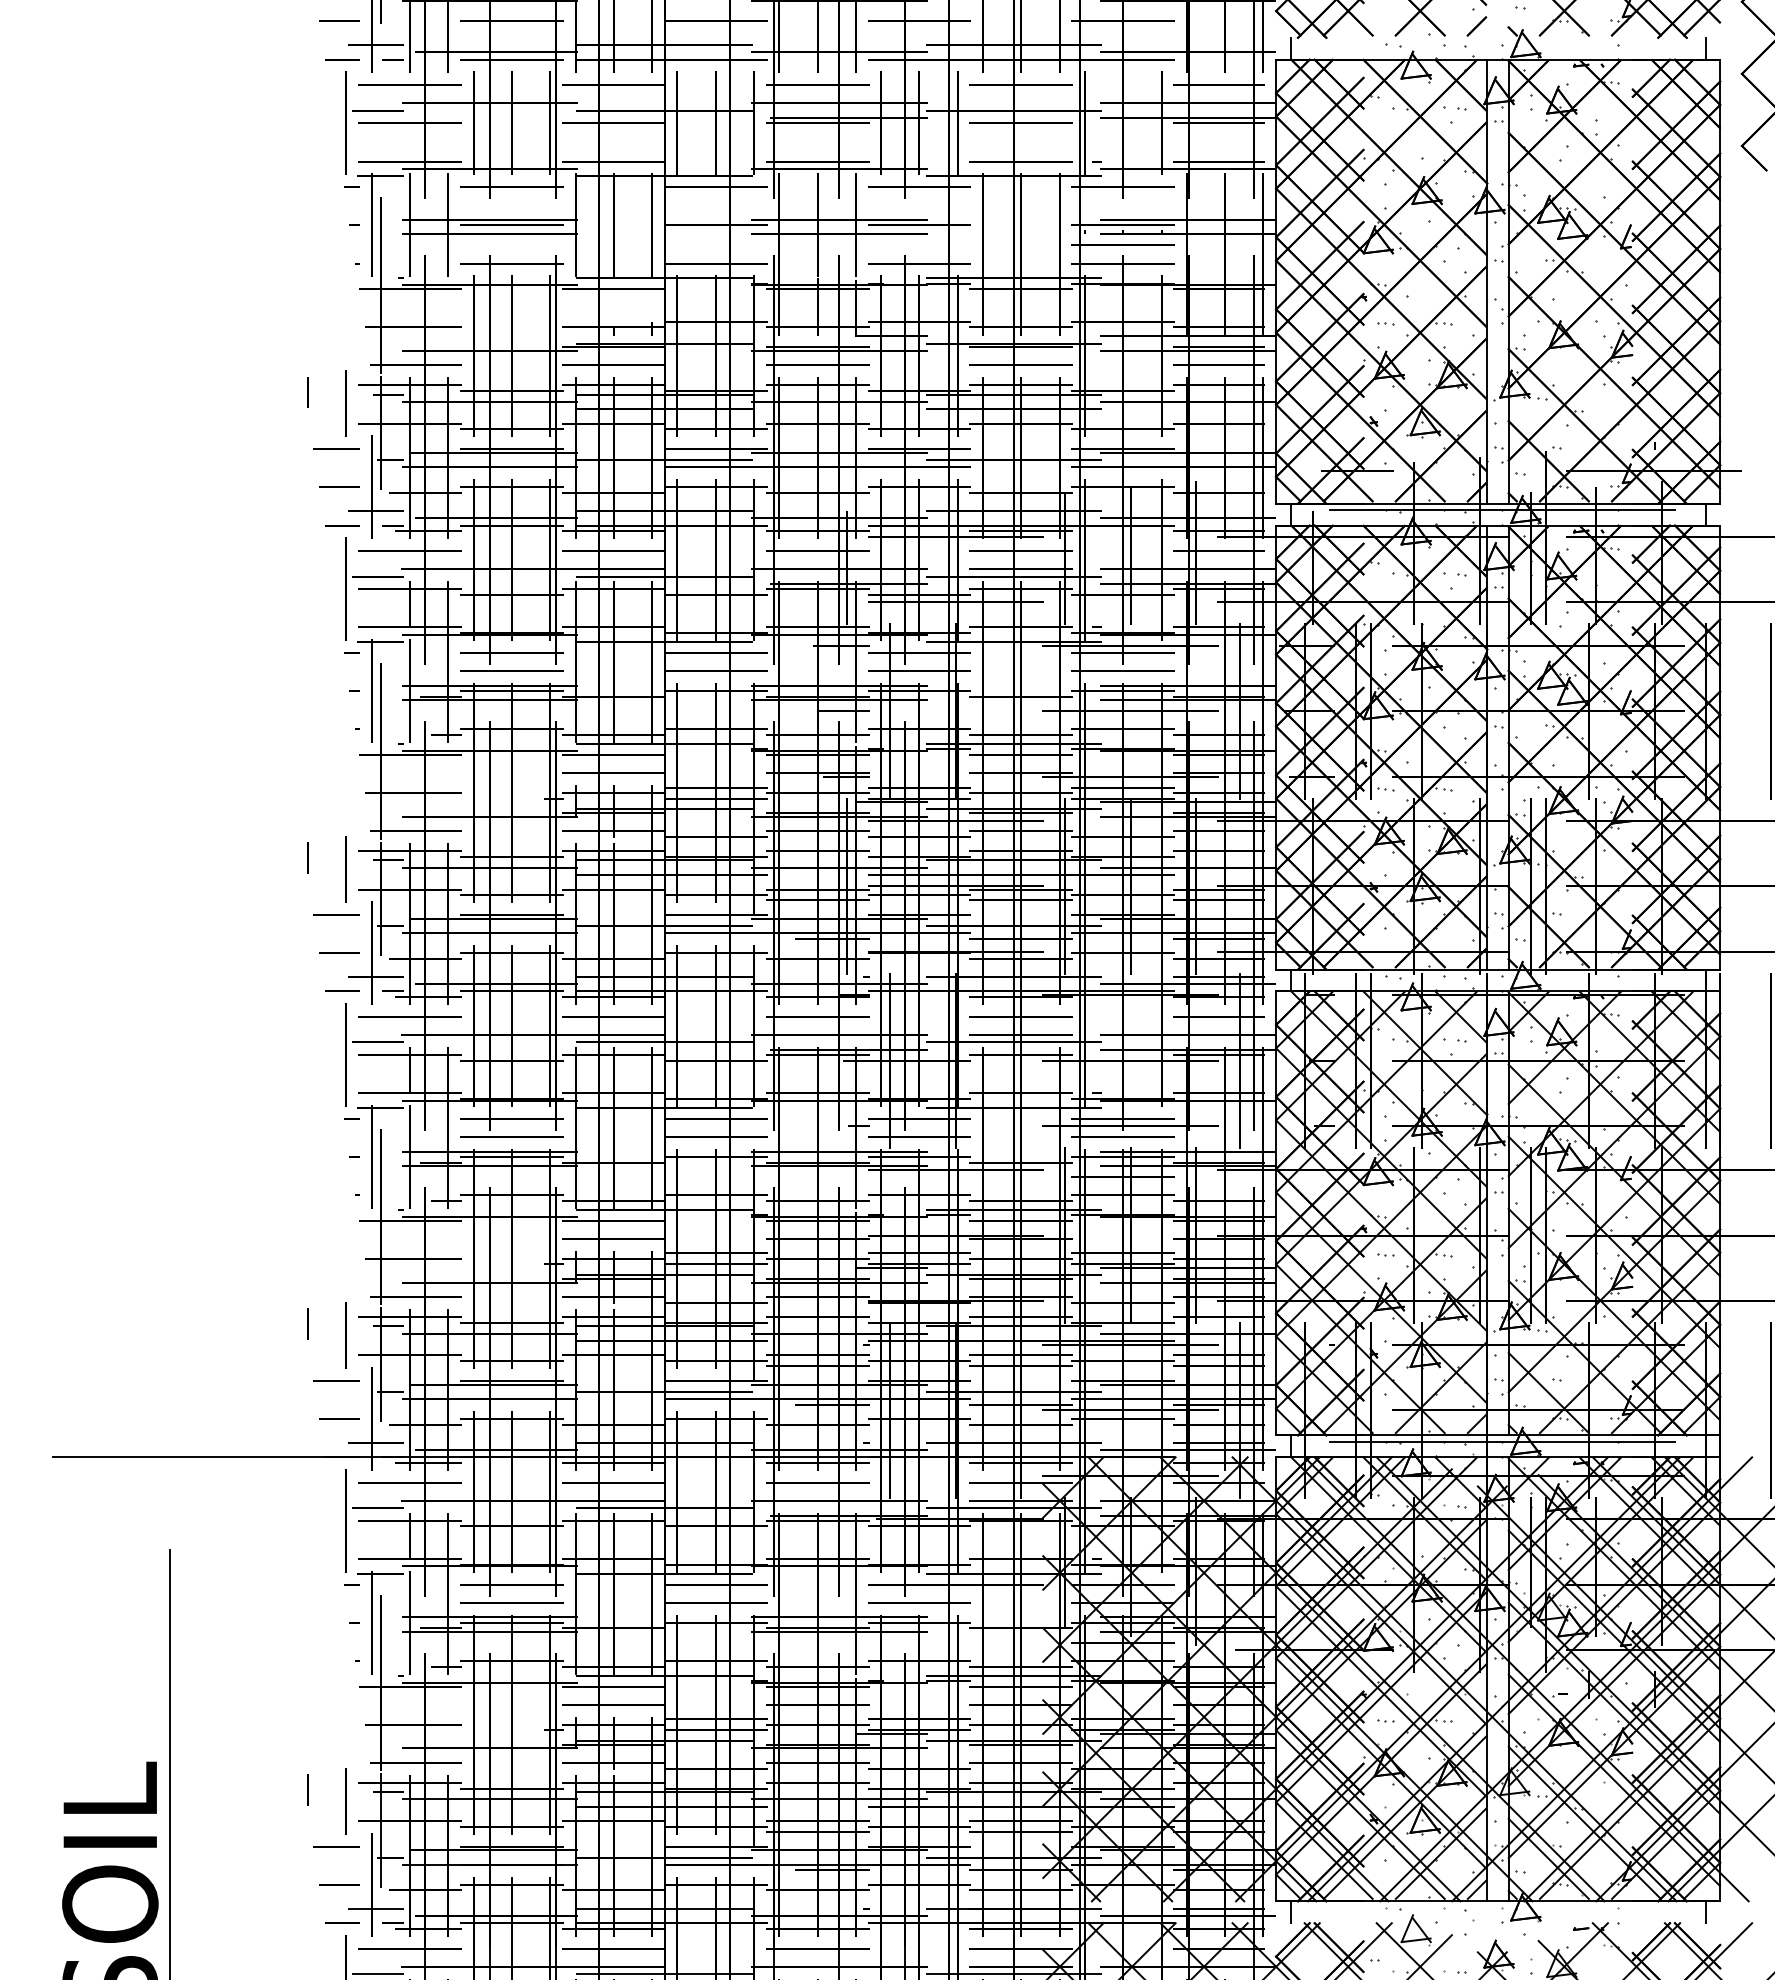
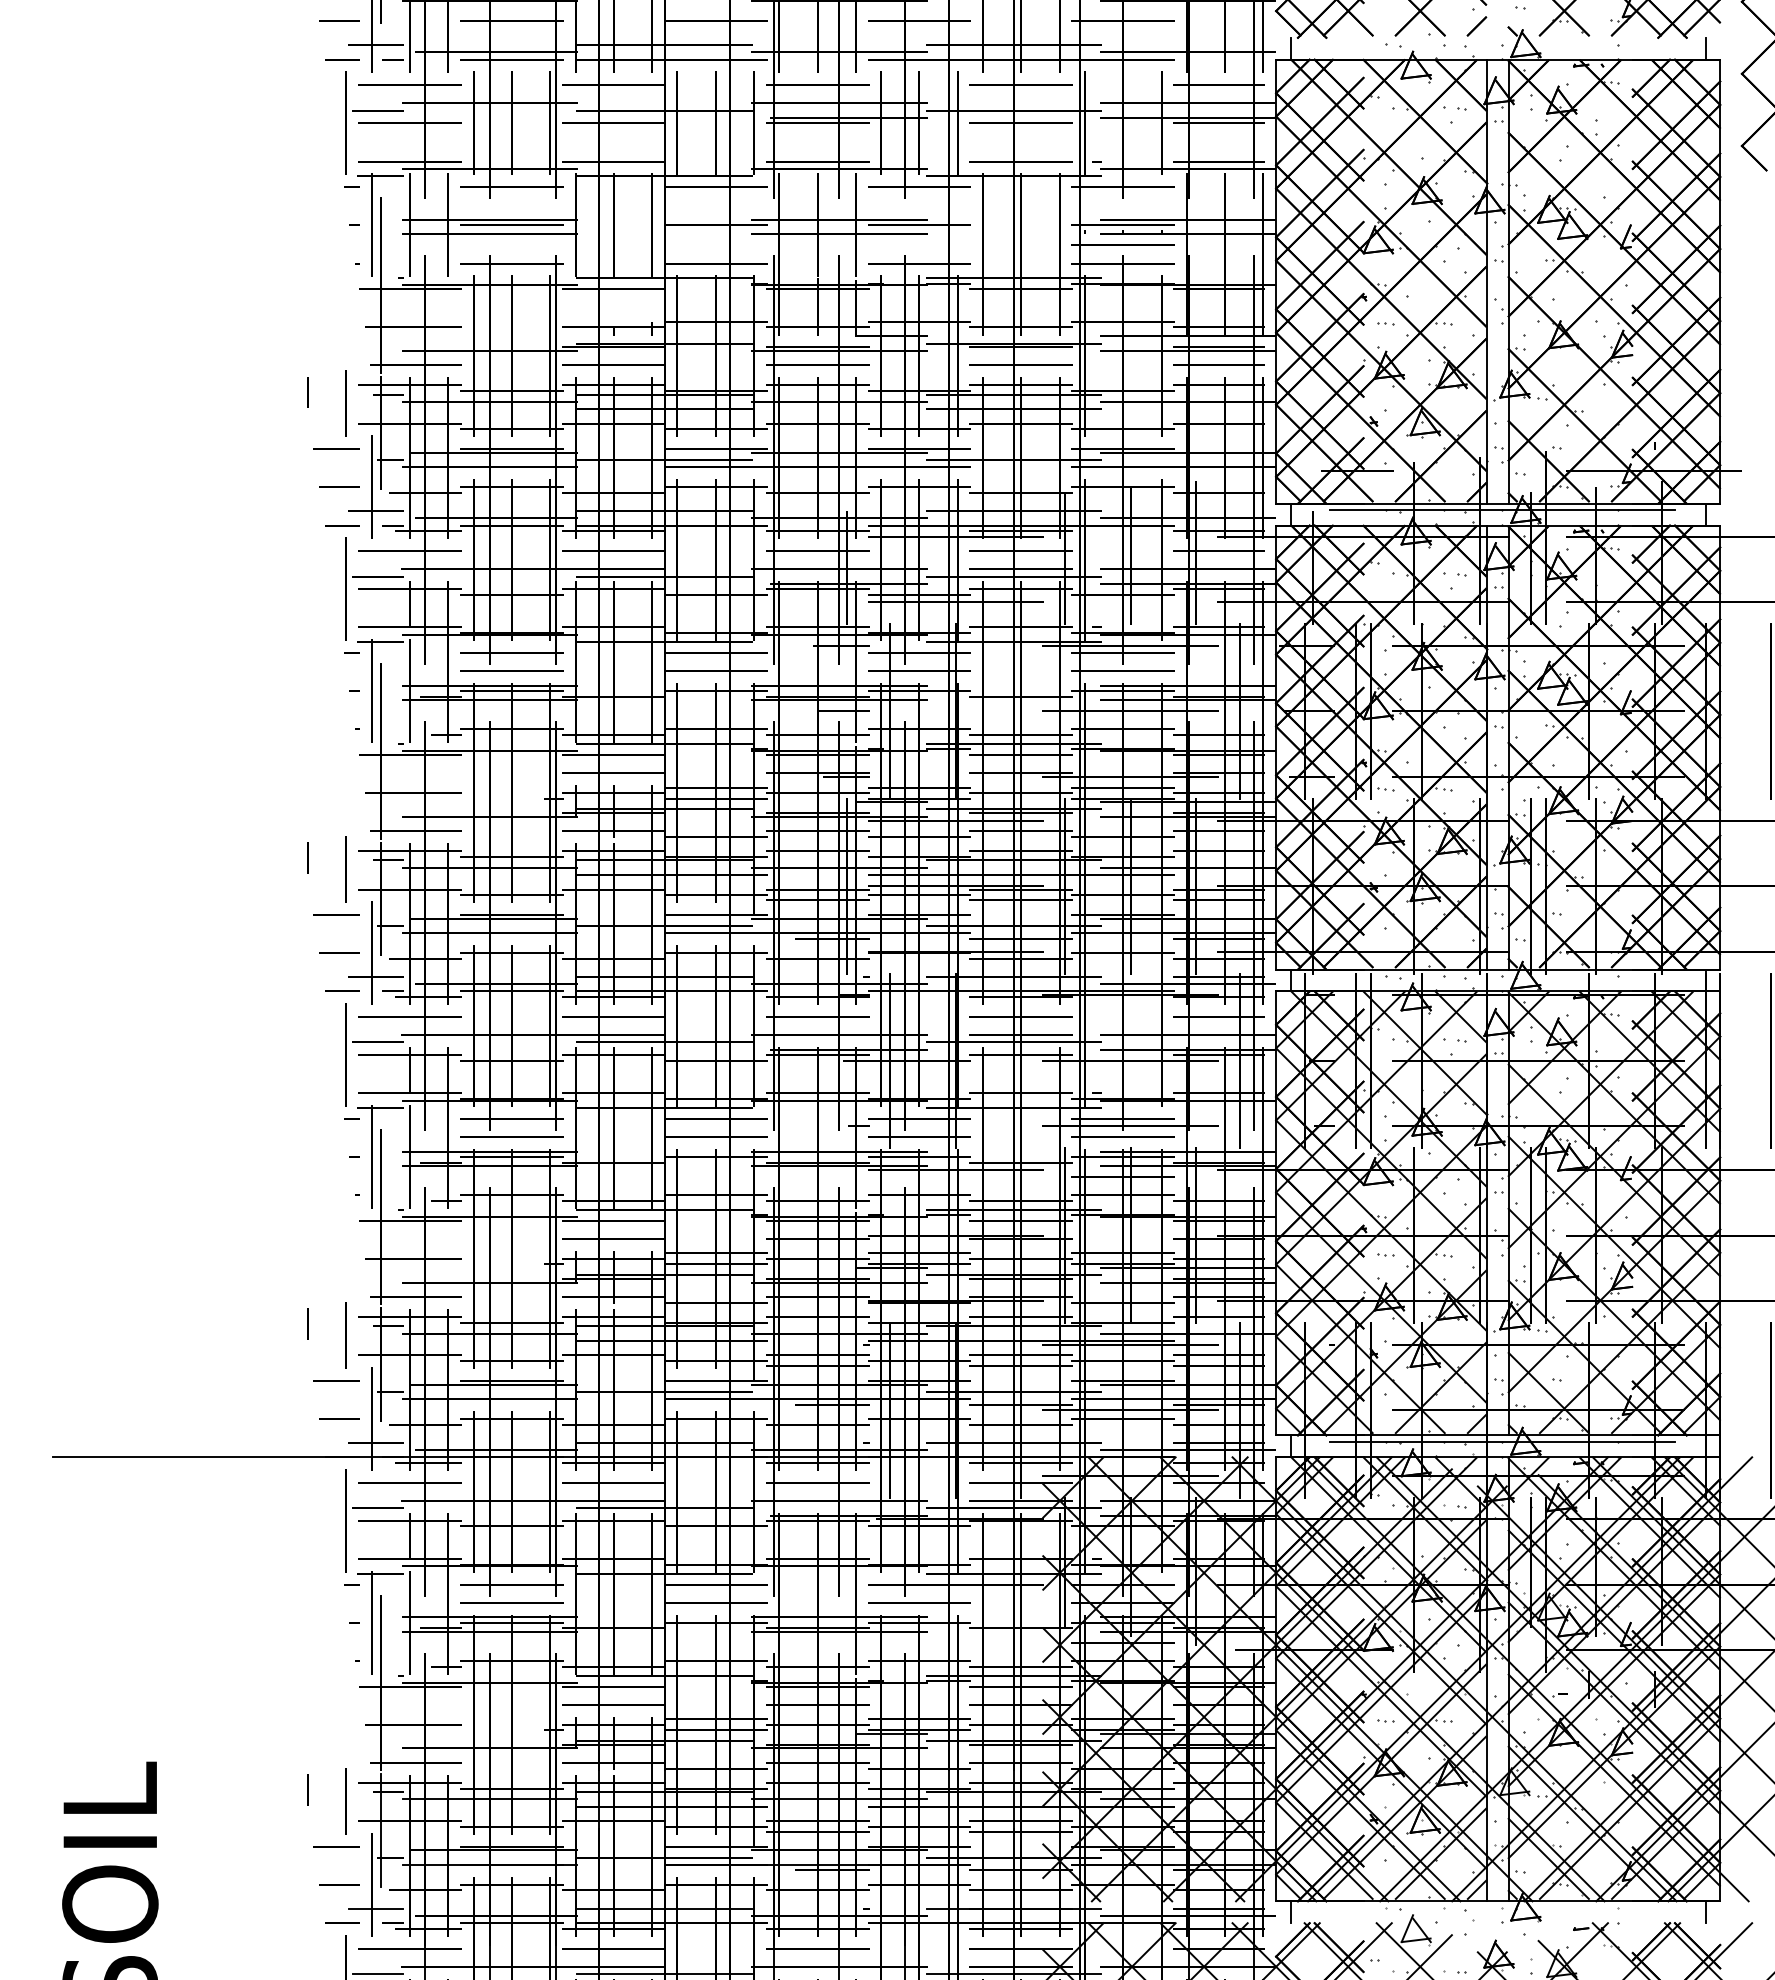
line at (169, 1763): present -> none
